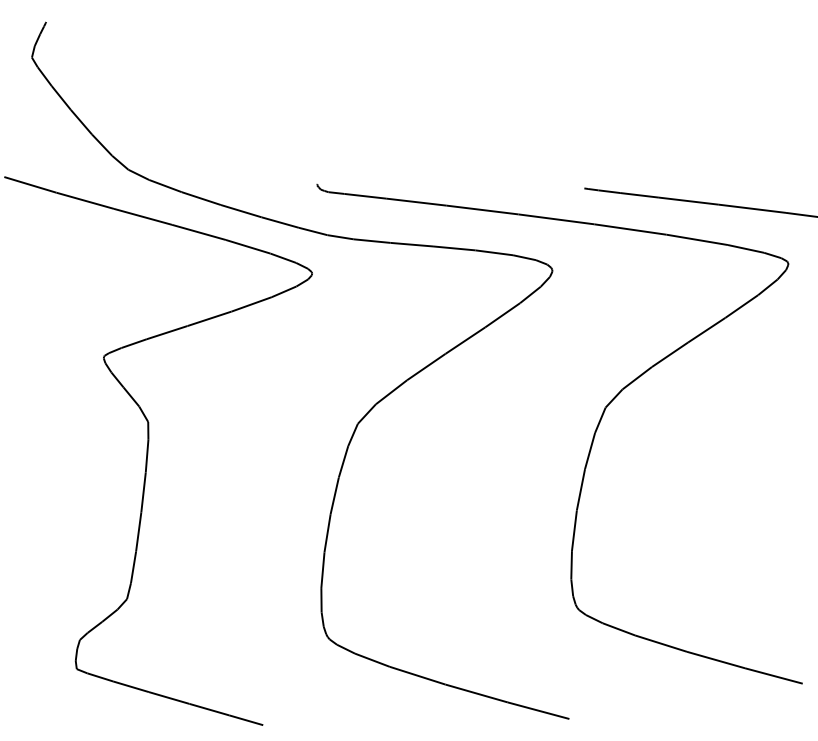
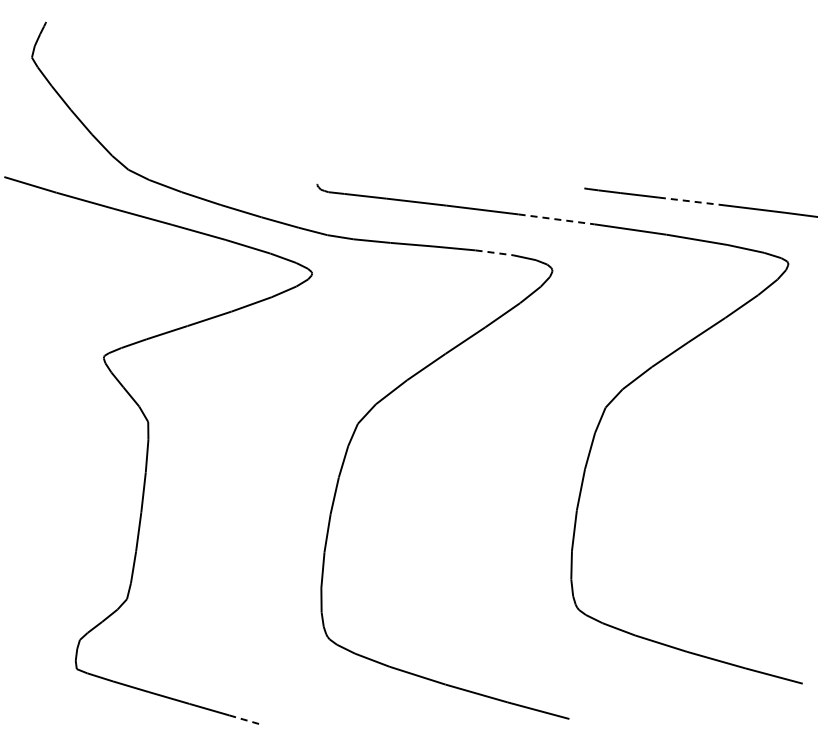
line at (689, 201): solid -> dashed
line at (556, 219): solid -> dashed
line at (494, 252): solid -> dashed
line at (246, 720): solid -> dashed
